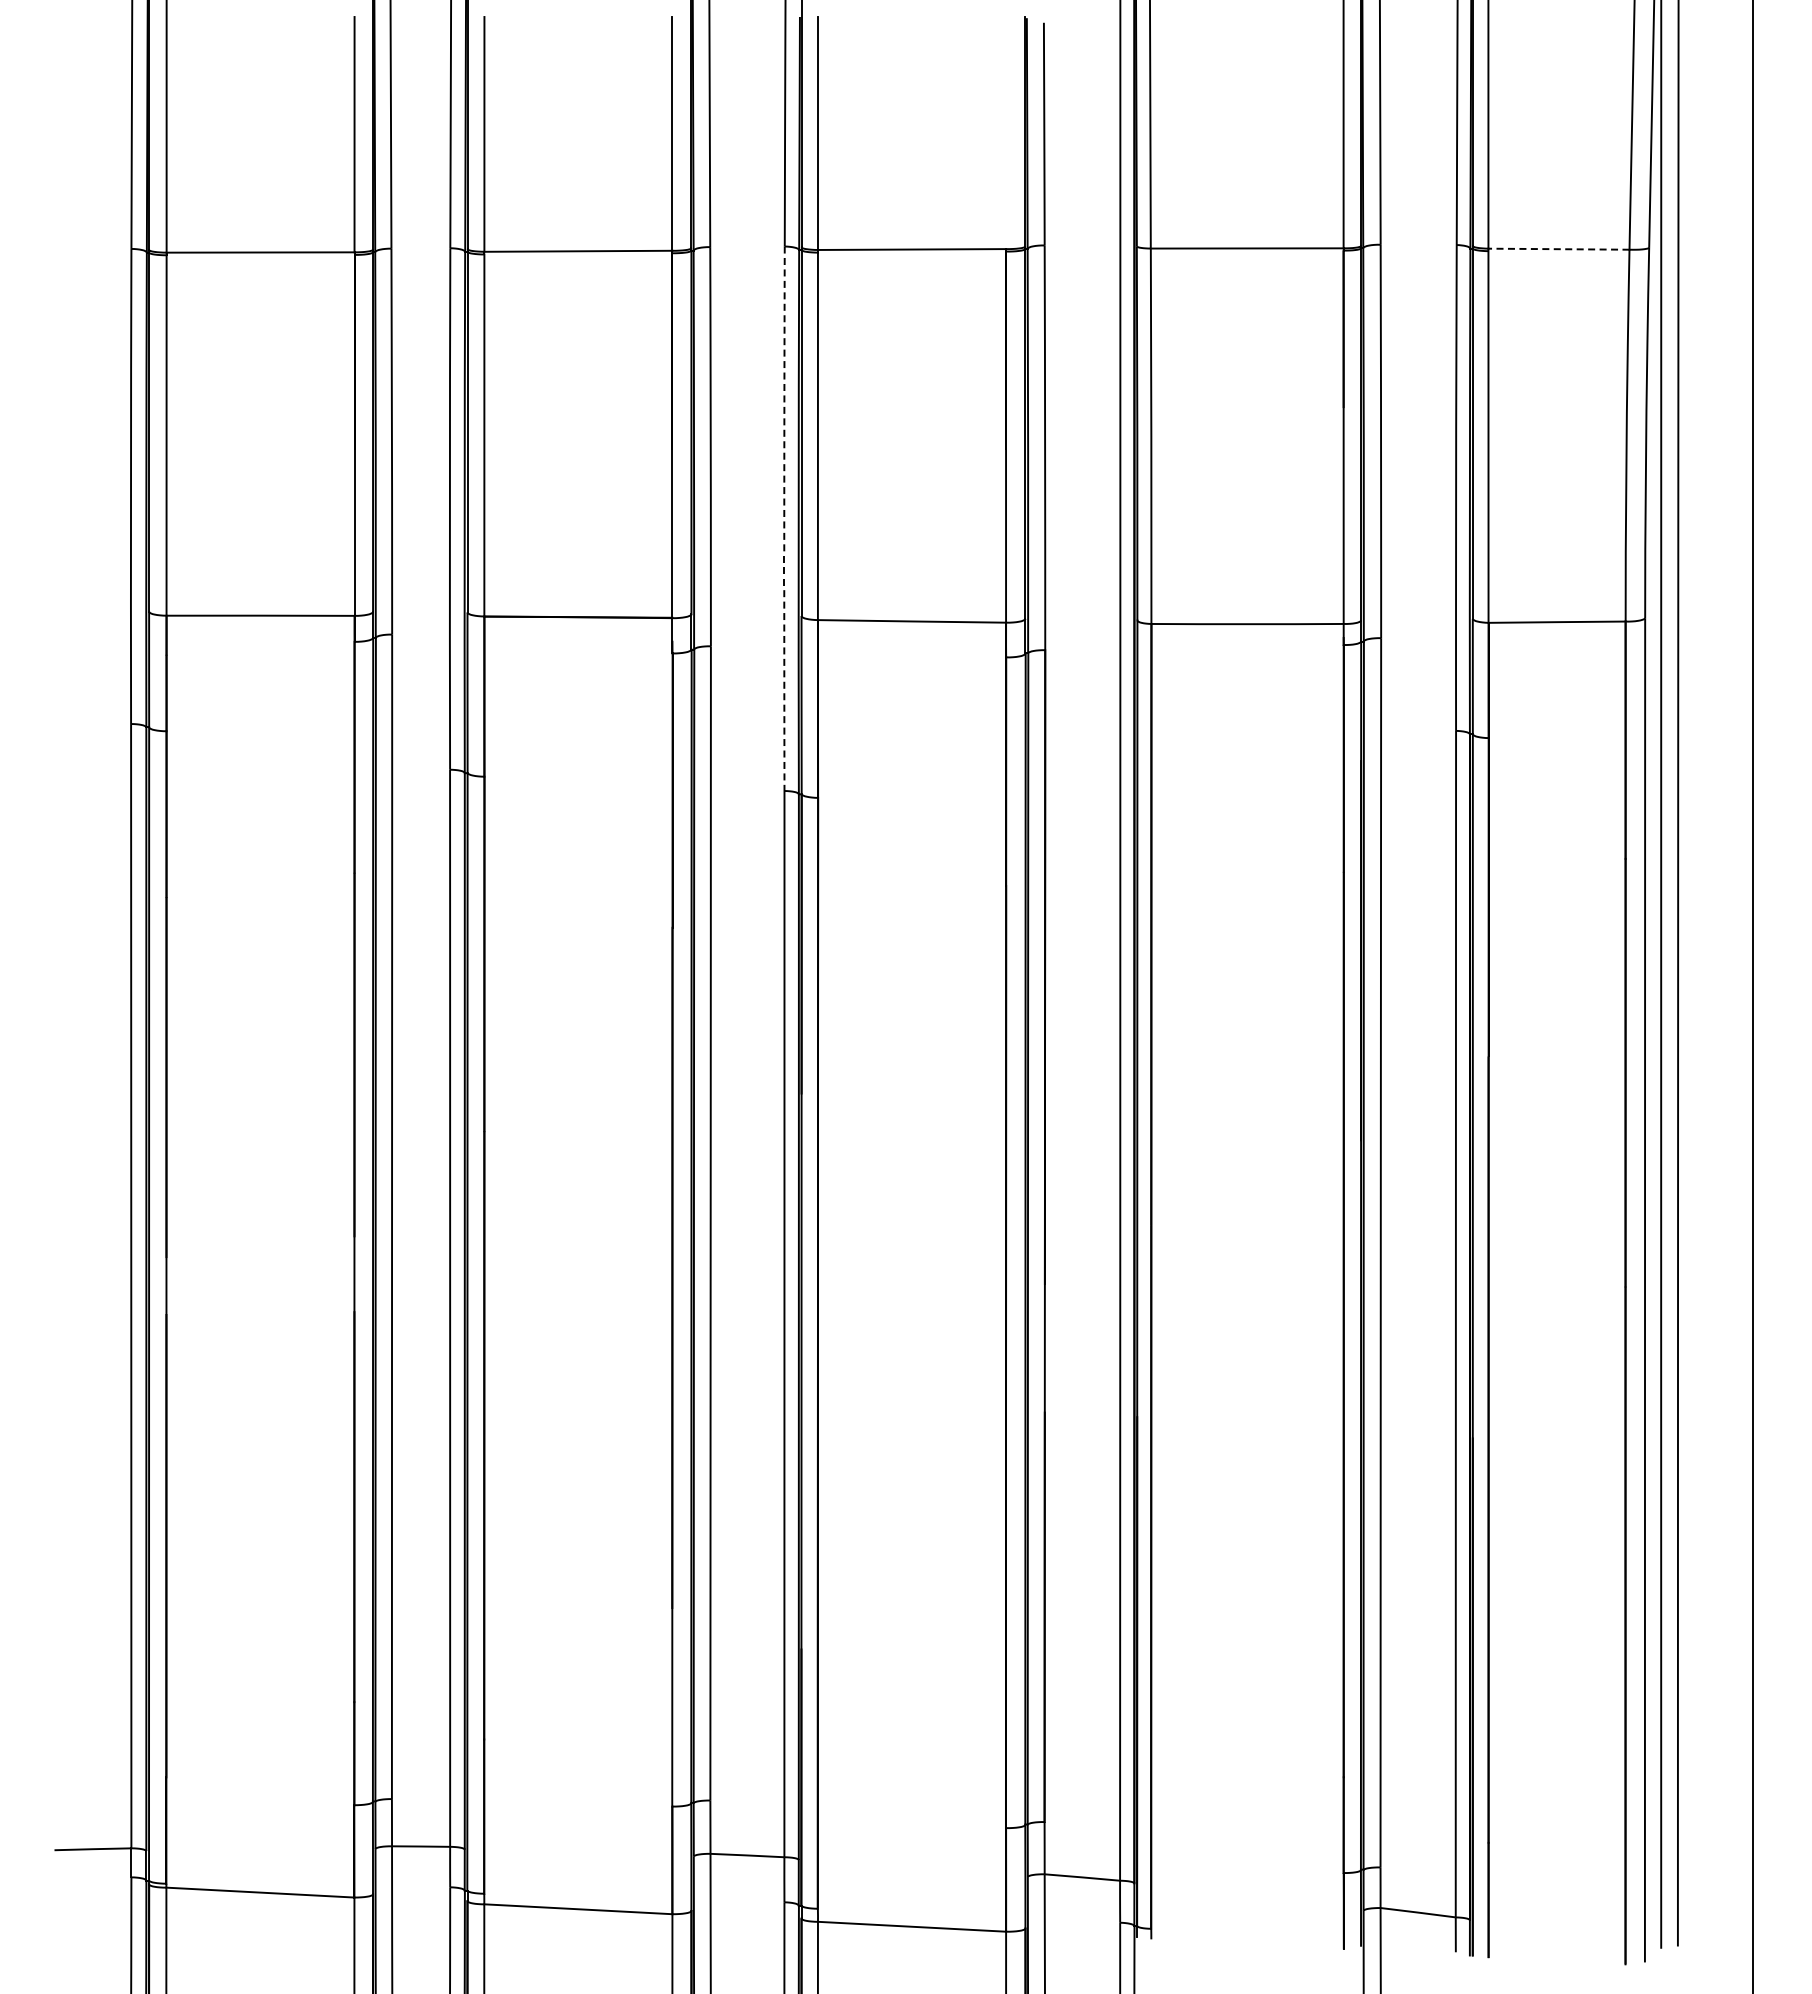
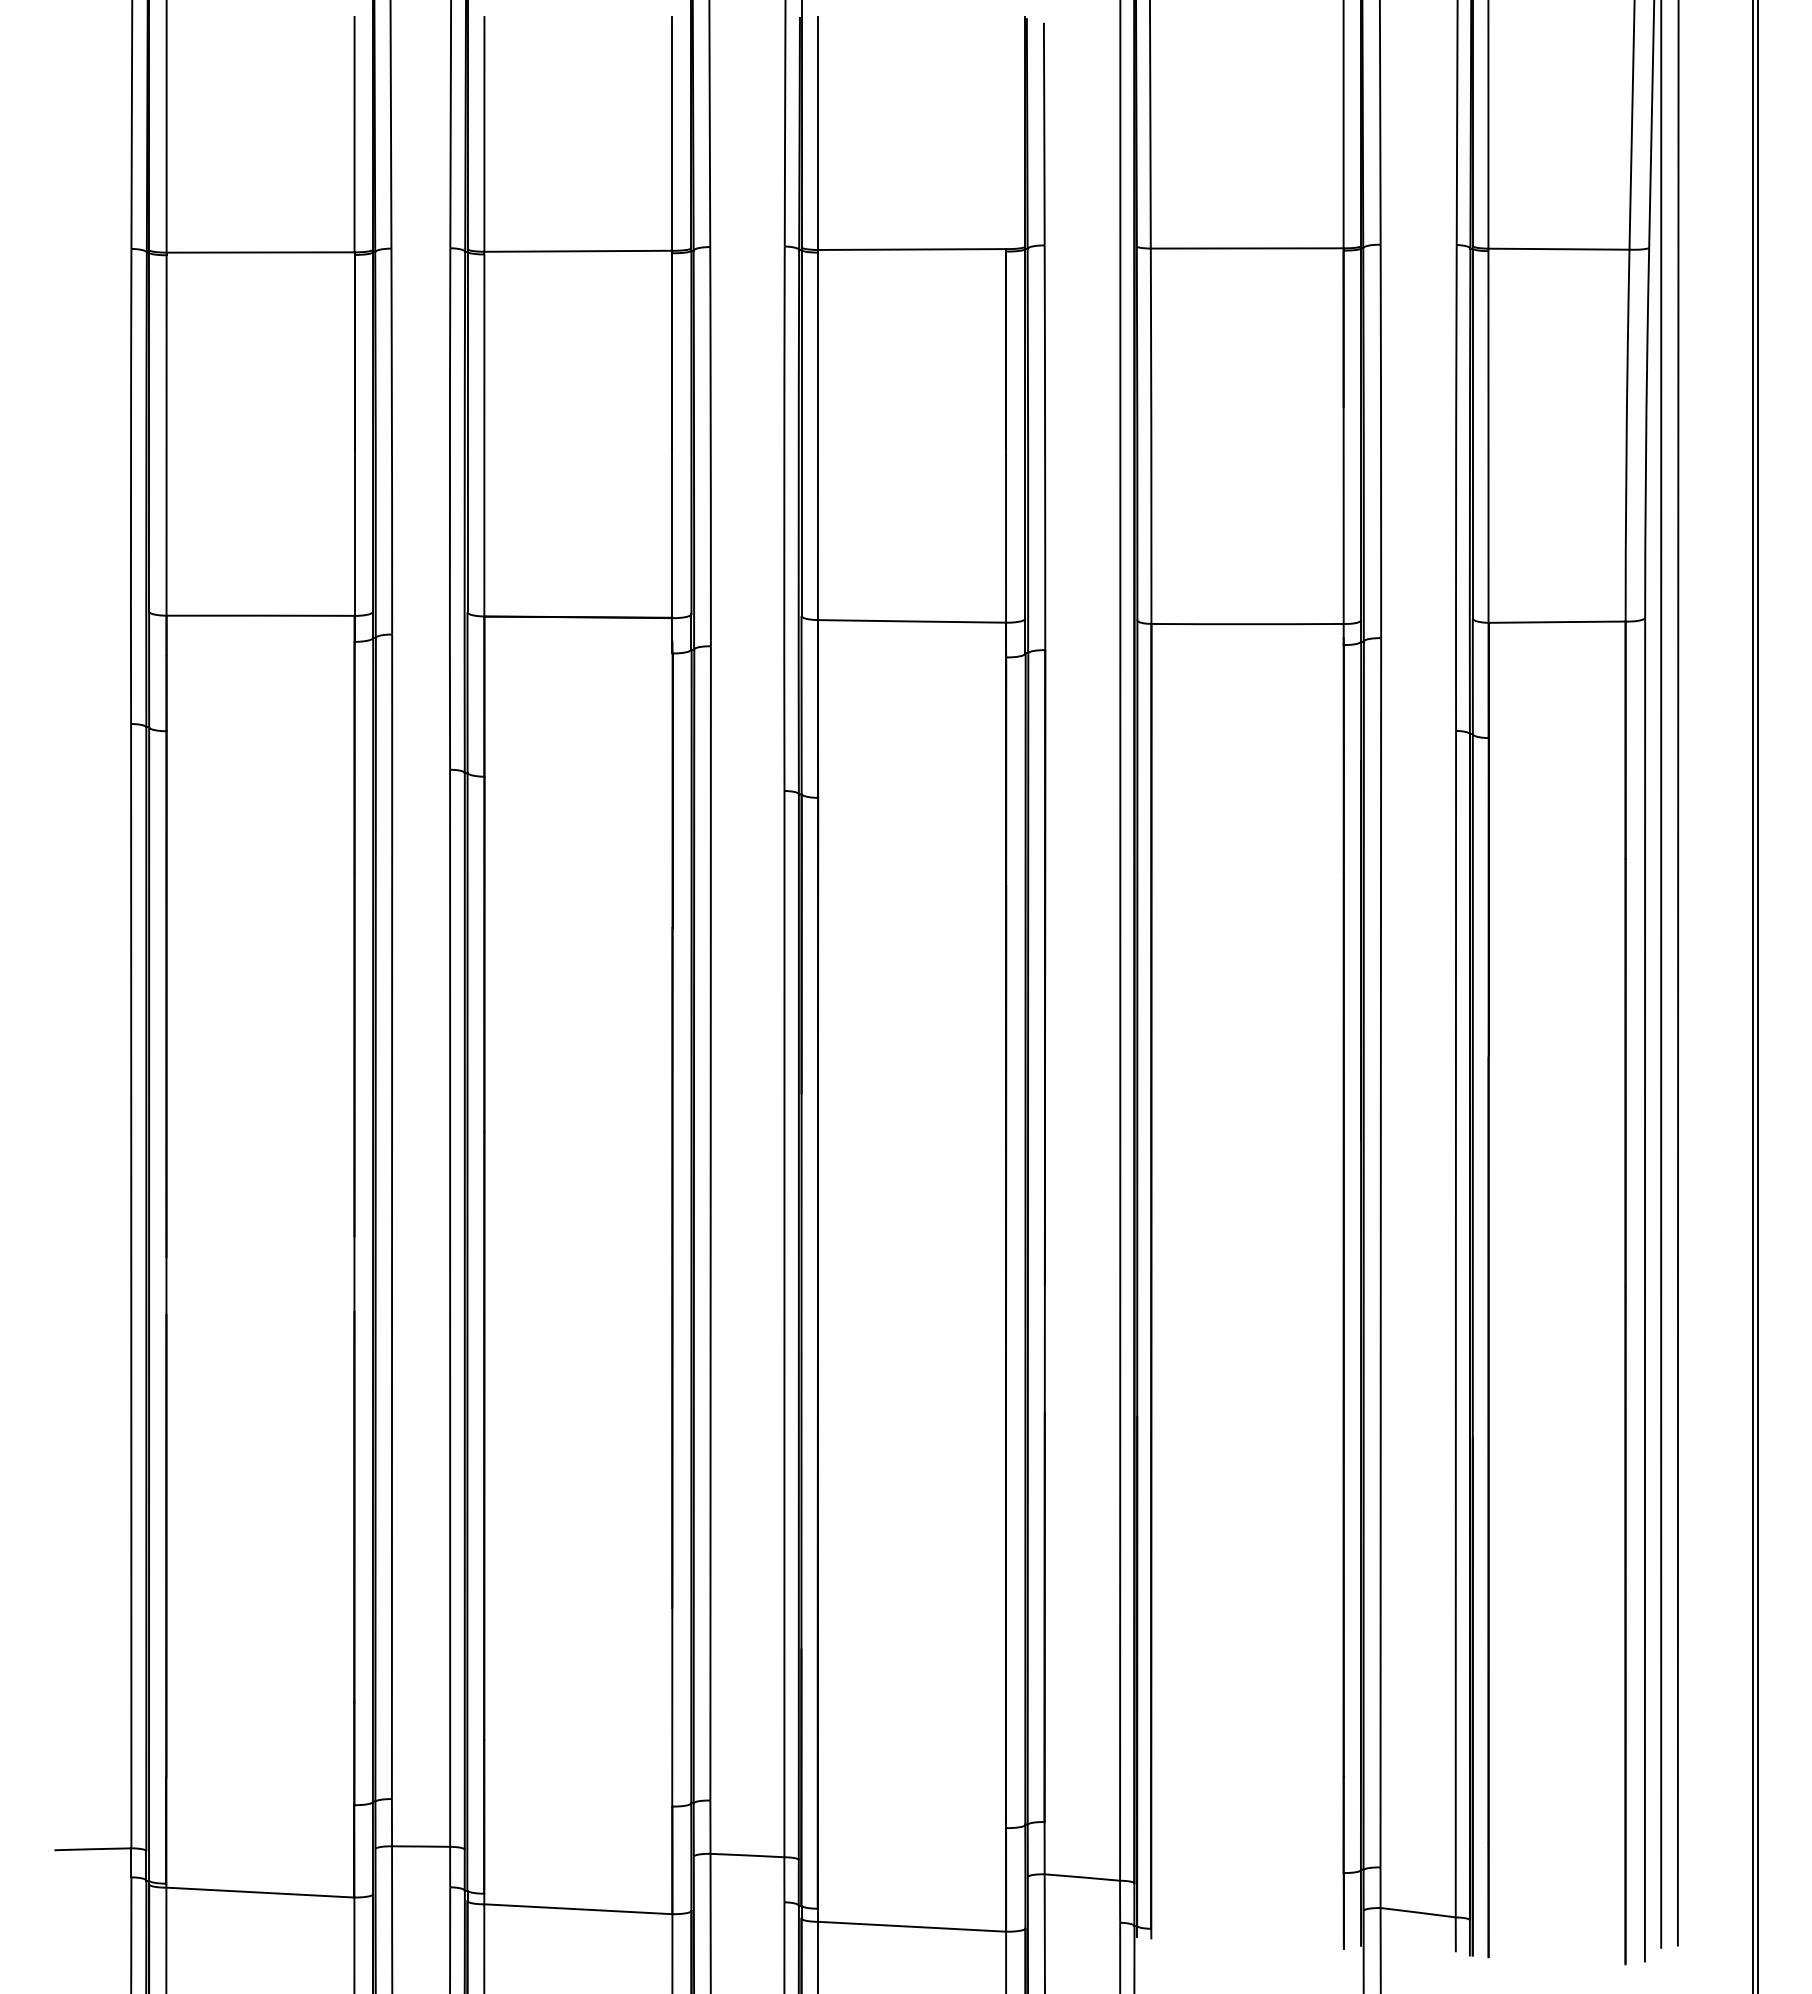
line at (1558, 249): dashed -> solid
arc at (784, 518): dashed -> solid
line at (1757, 996): none -> present
